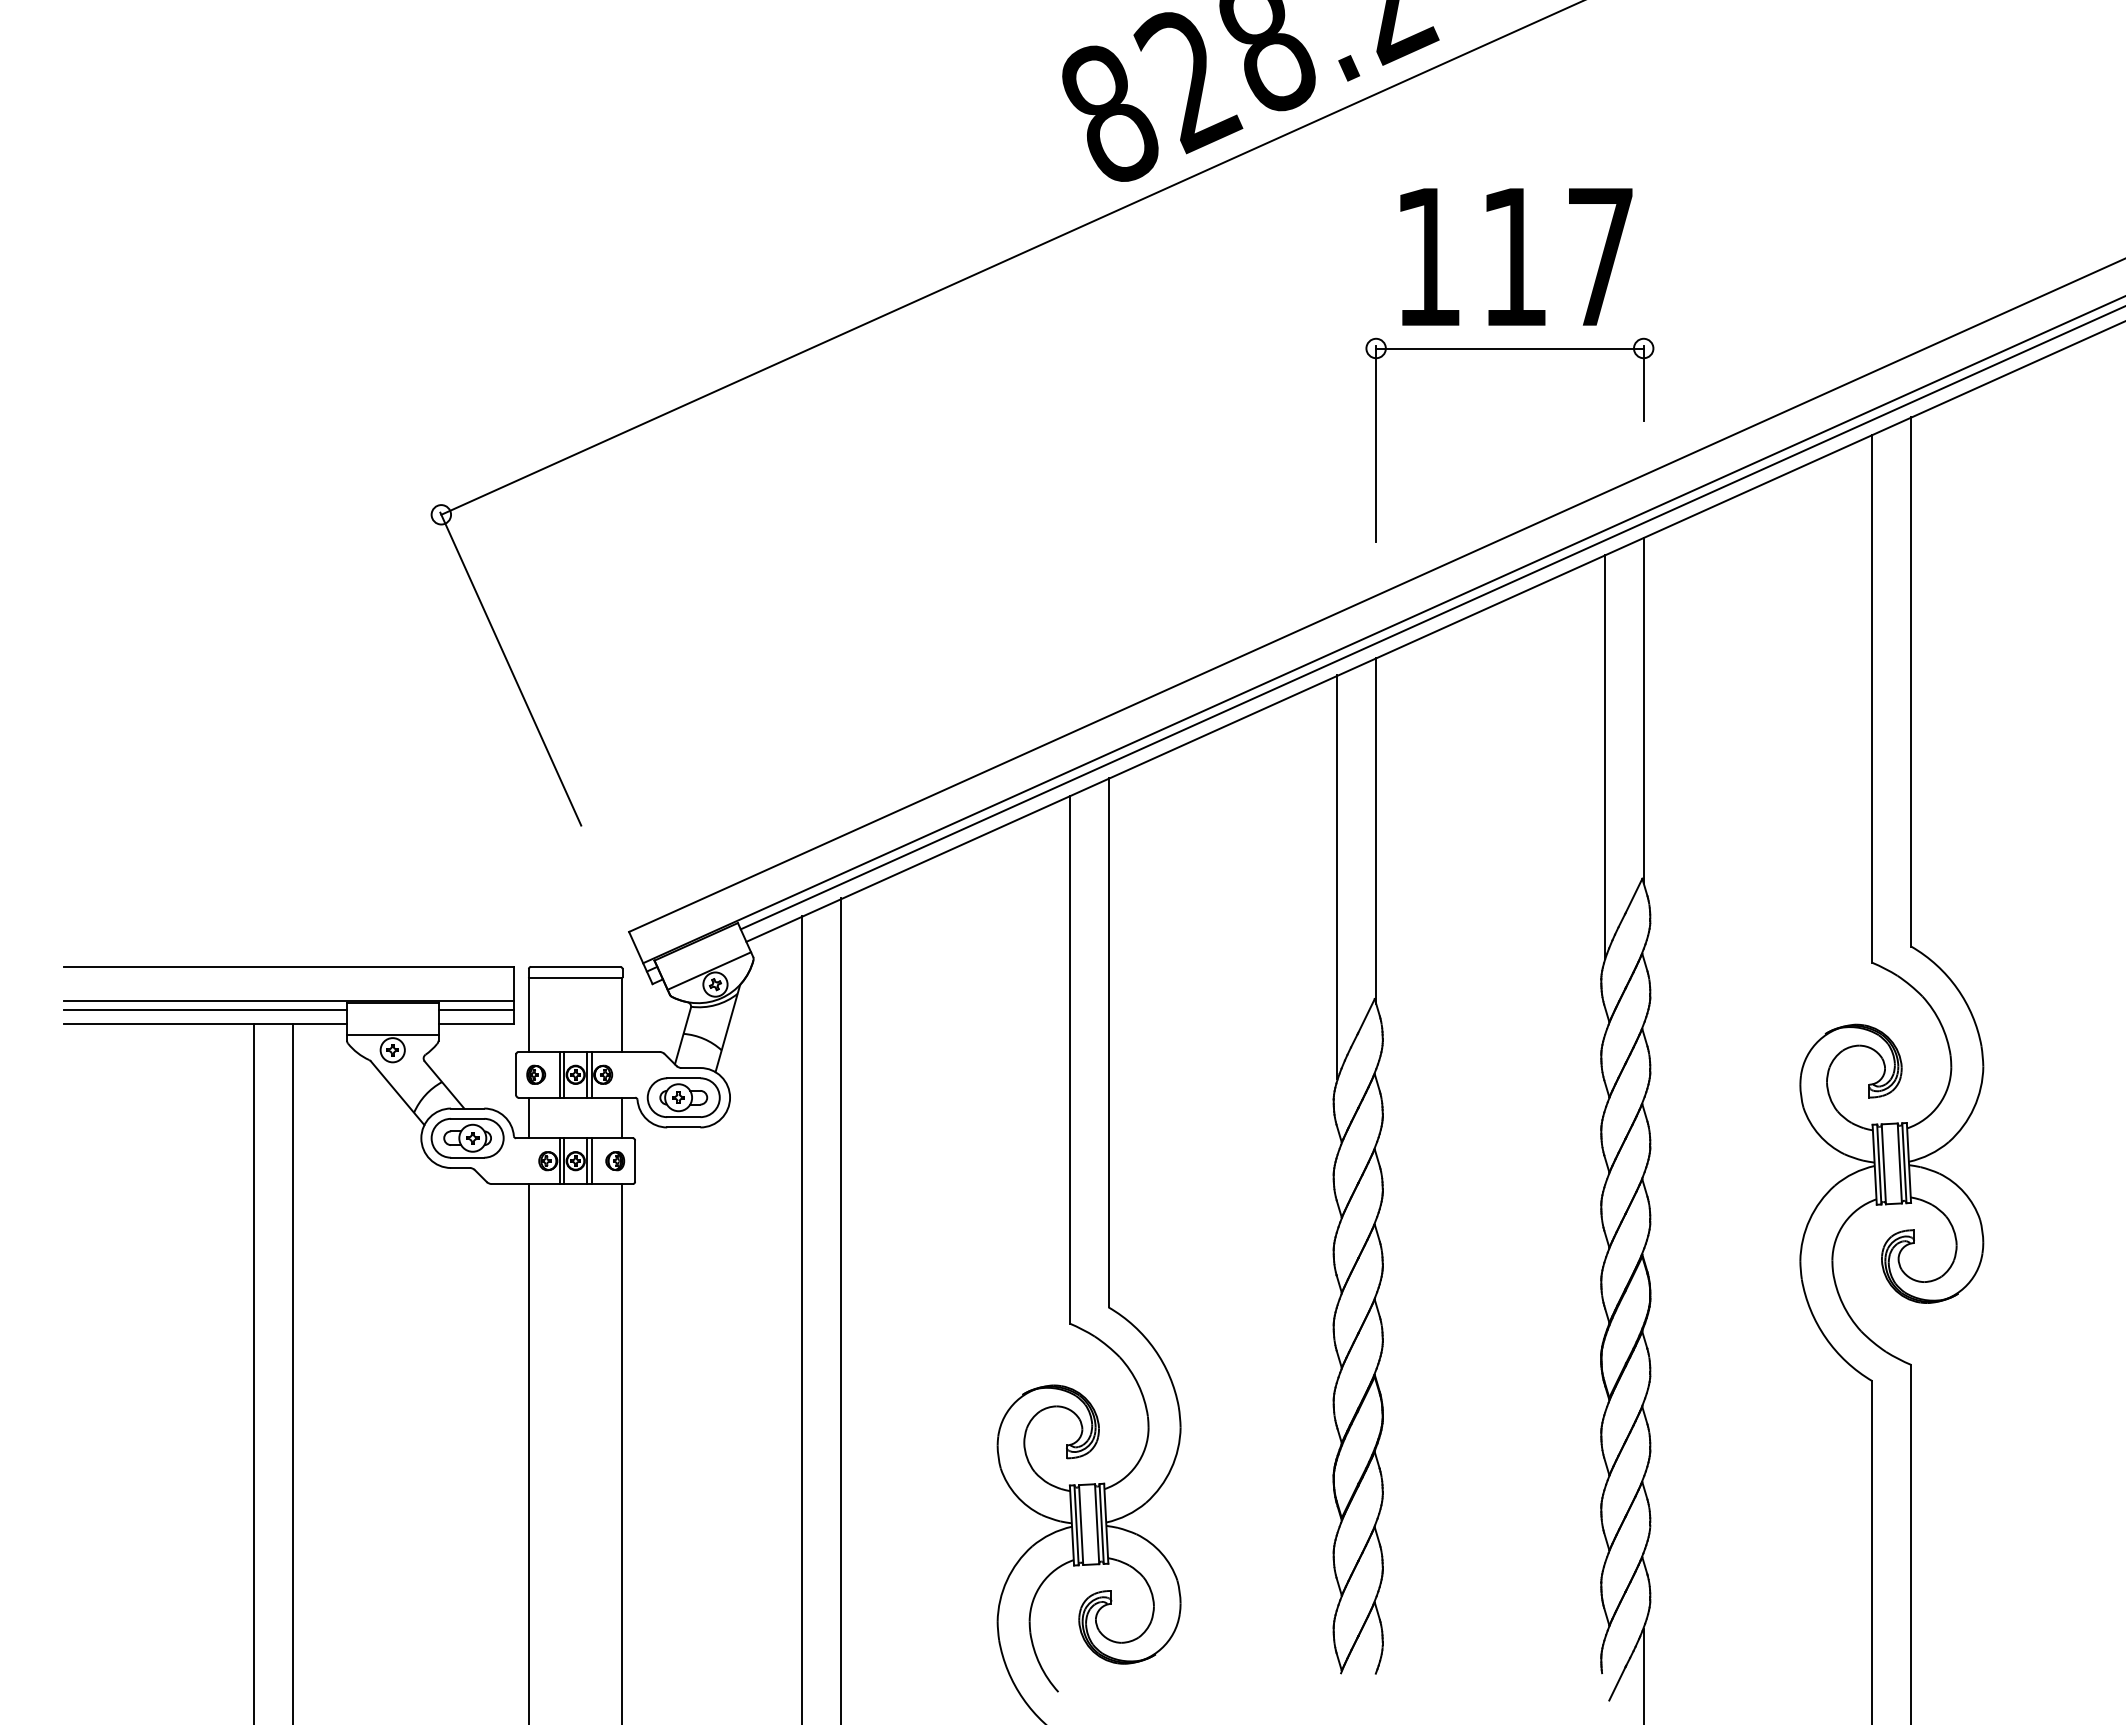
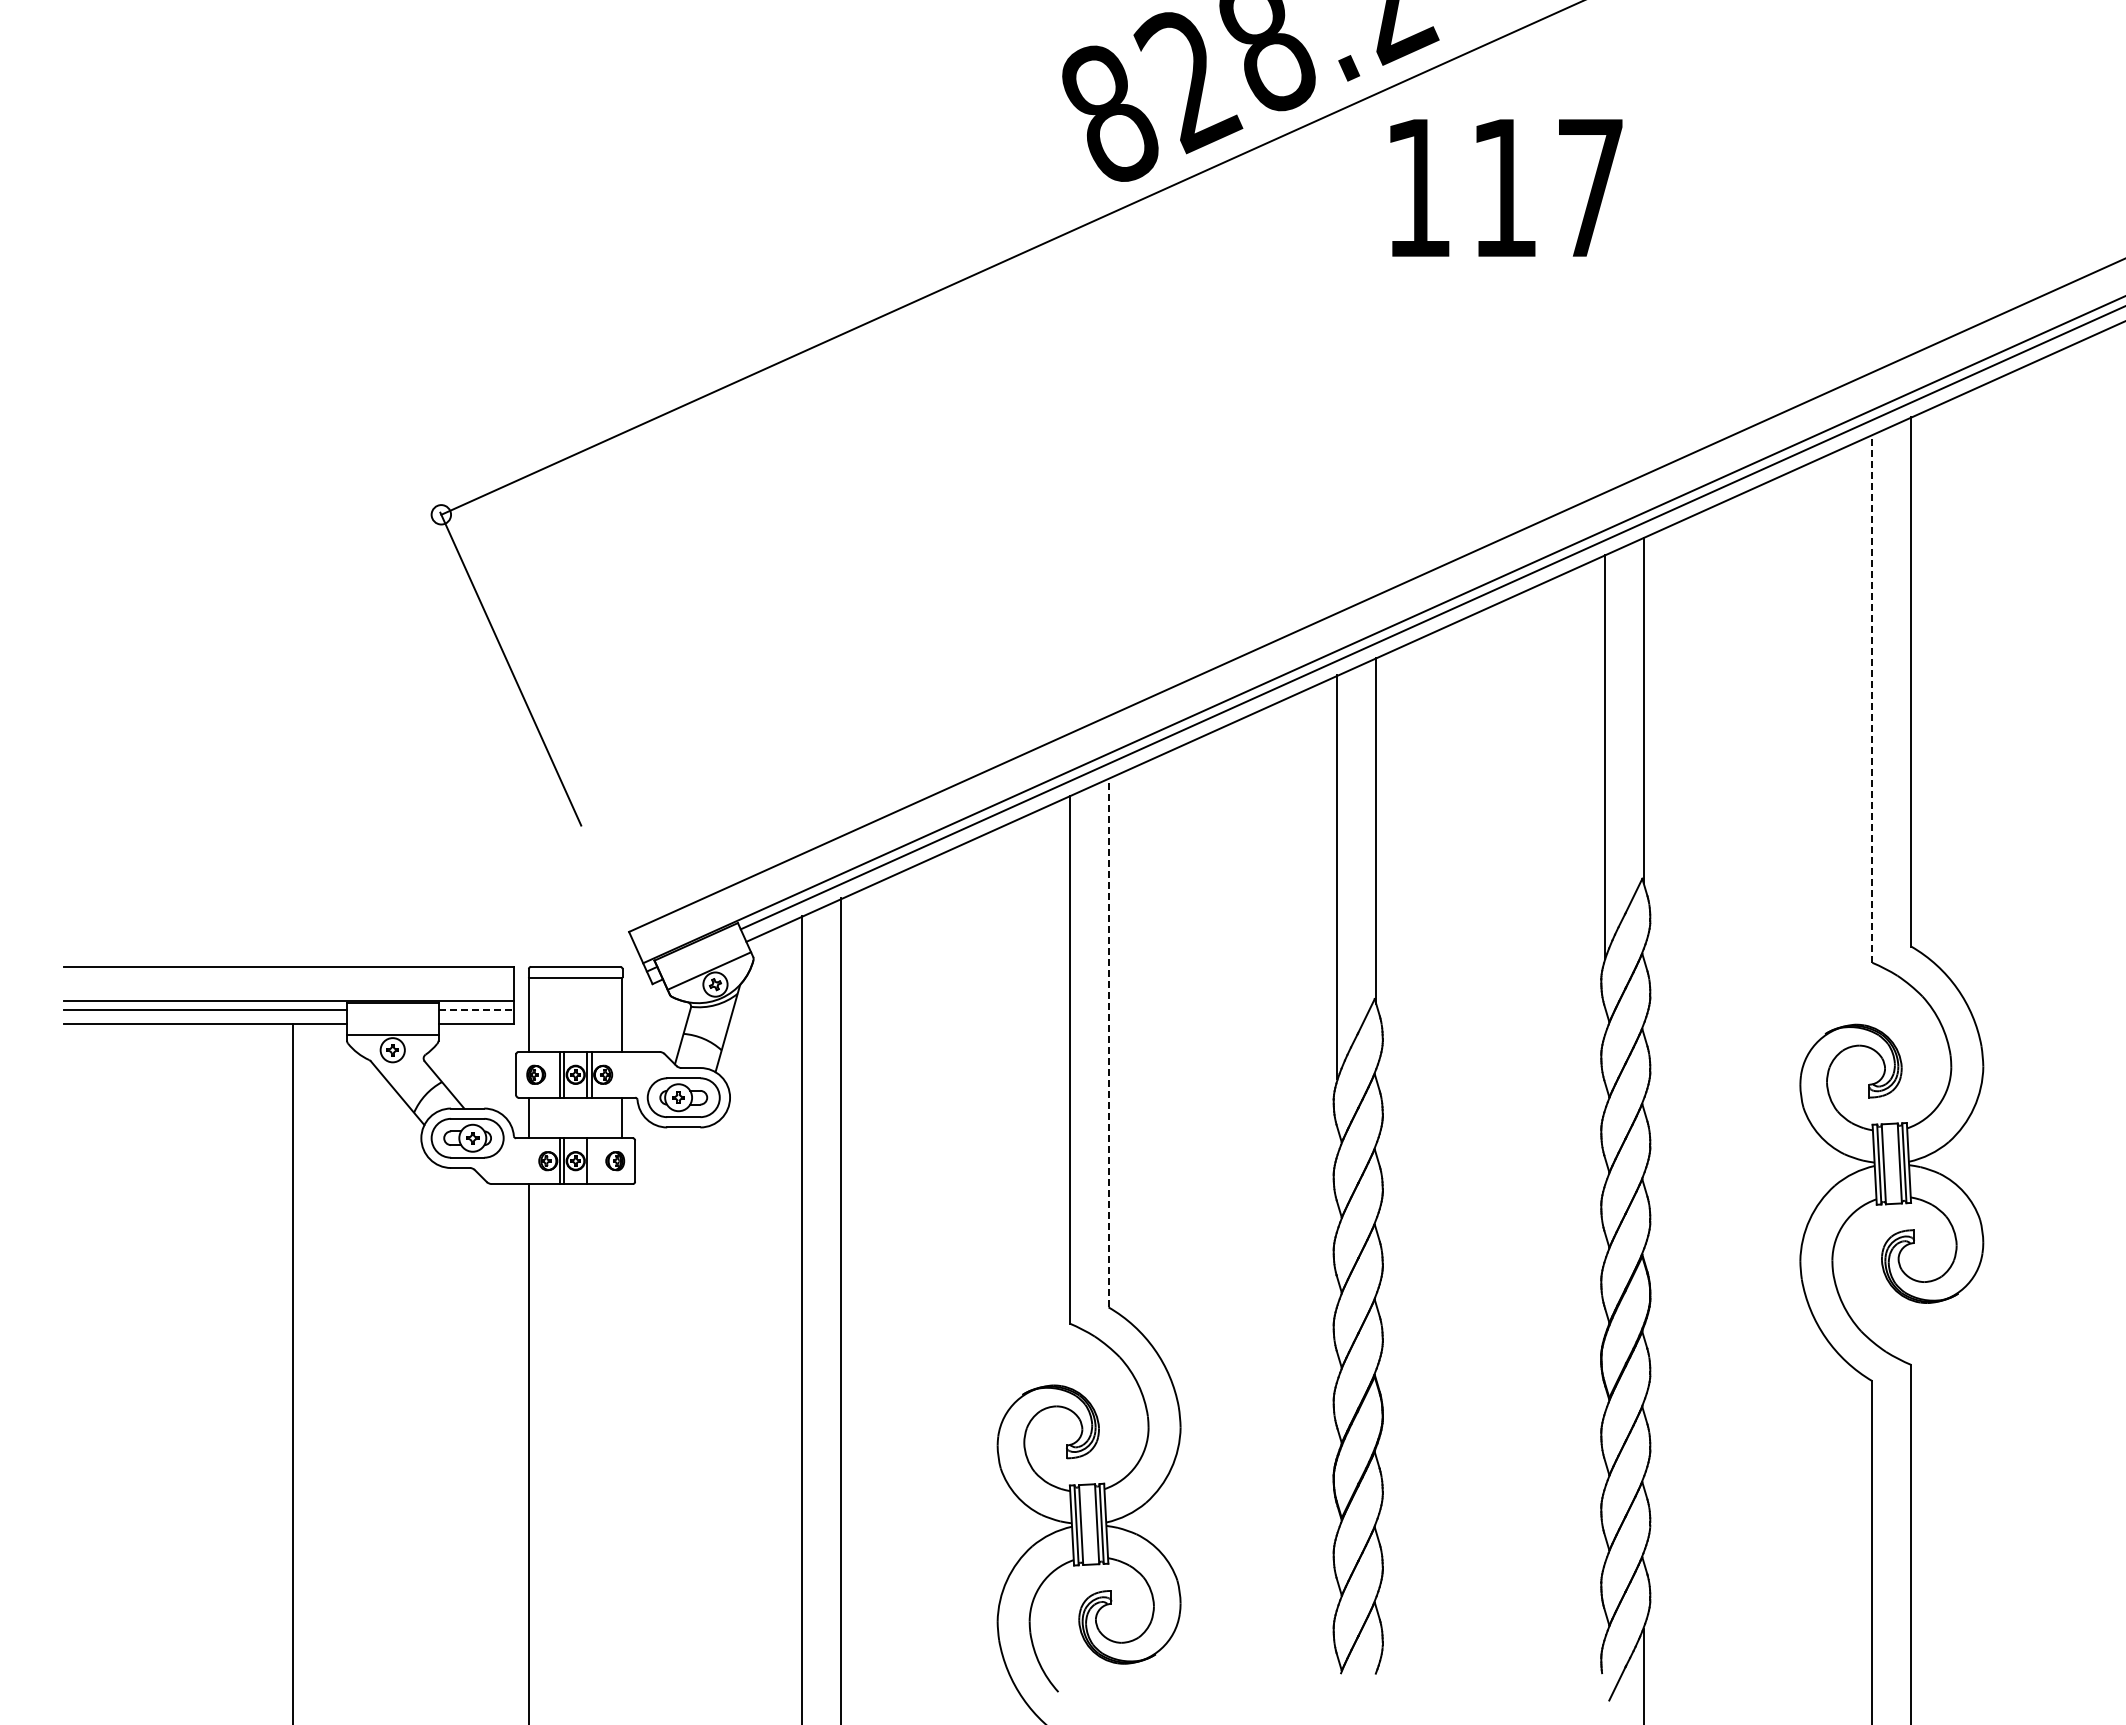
text at (1516, 256) position: (1516, 256) -> (1506, 187)
part at (1509, 349): present -> none
line at (1872, 698): solid -> dashed
line at (476, 1010): solid -> dashed
line at (1108, 1042): solid -> dashed
line at (591, 1161): present -> none
line at (254, 1372): present -> none
line at (622, 1452): present -> none
